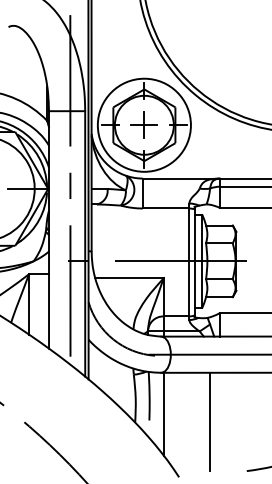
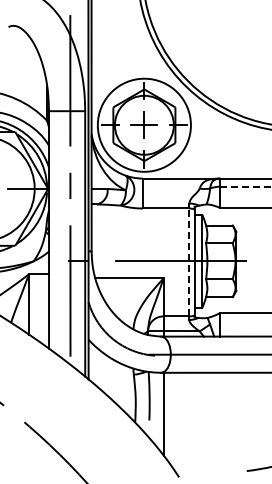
line at (246, 186): solid -> dashed
line at (189, 262): solid -> dashed
line at (210, 421): present -> none
